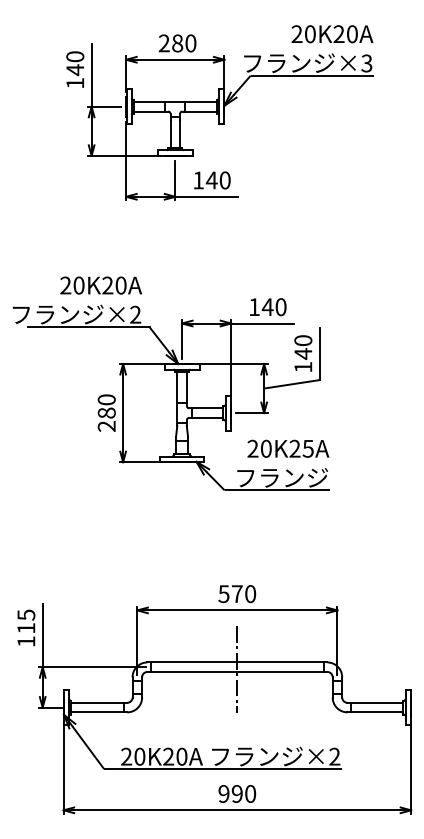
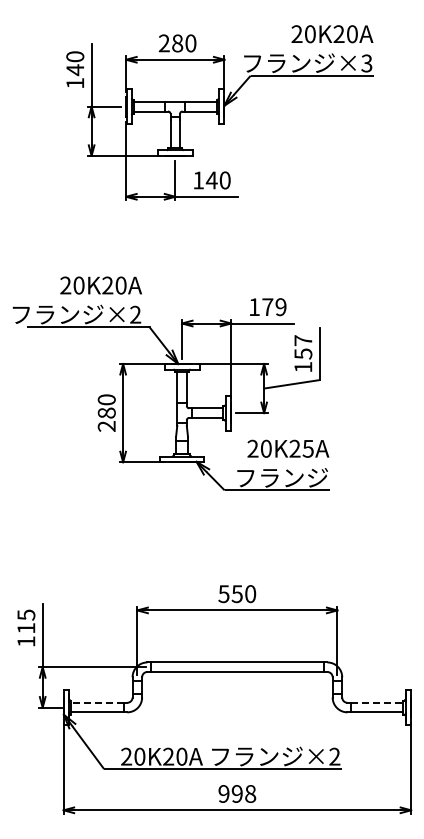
text at (273, 307): 140 -> 179
text at (303, 347): 140 -> 157
text at (236, 594): 570 -> 550
line at (237, 669): present -> none
line at (97, 702): solid -> dashed
line at (377, 702): solid -> dashed
text at (250, 793): 990 -> 998
